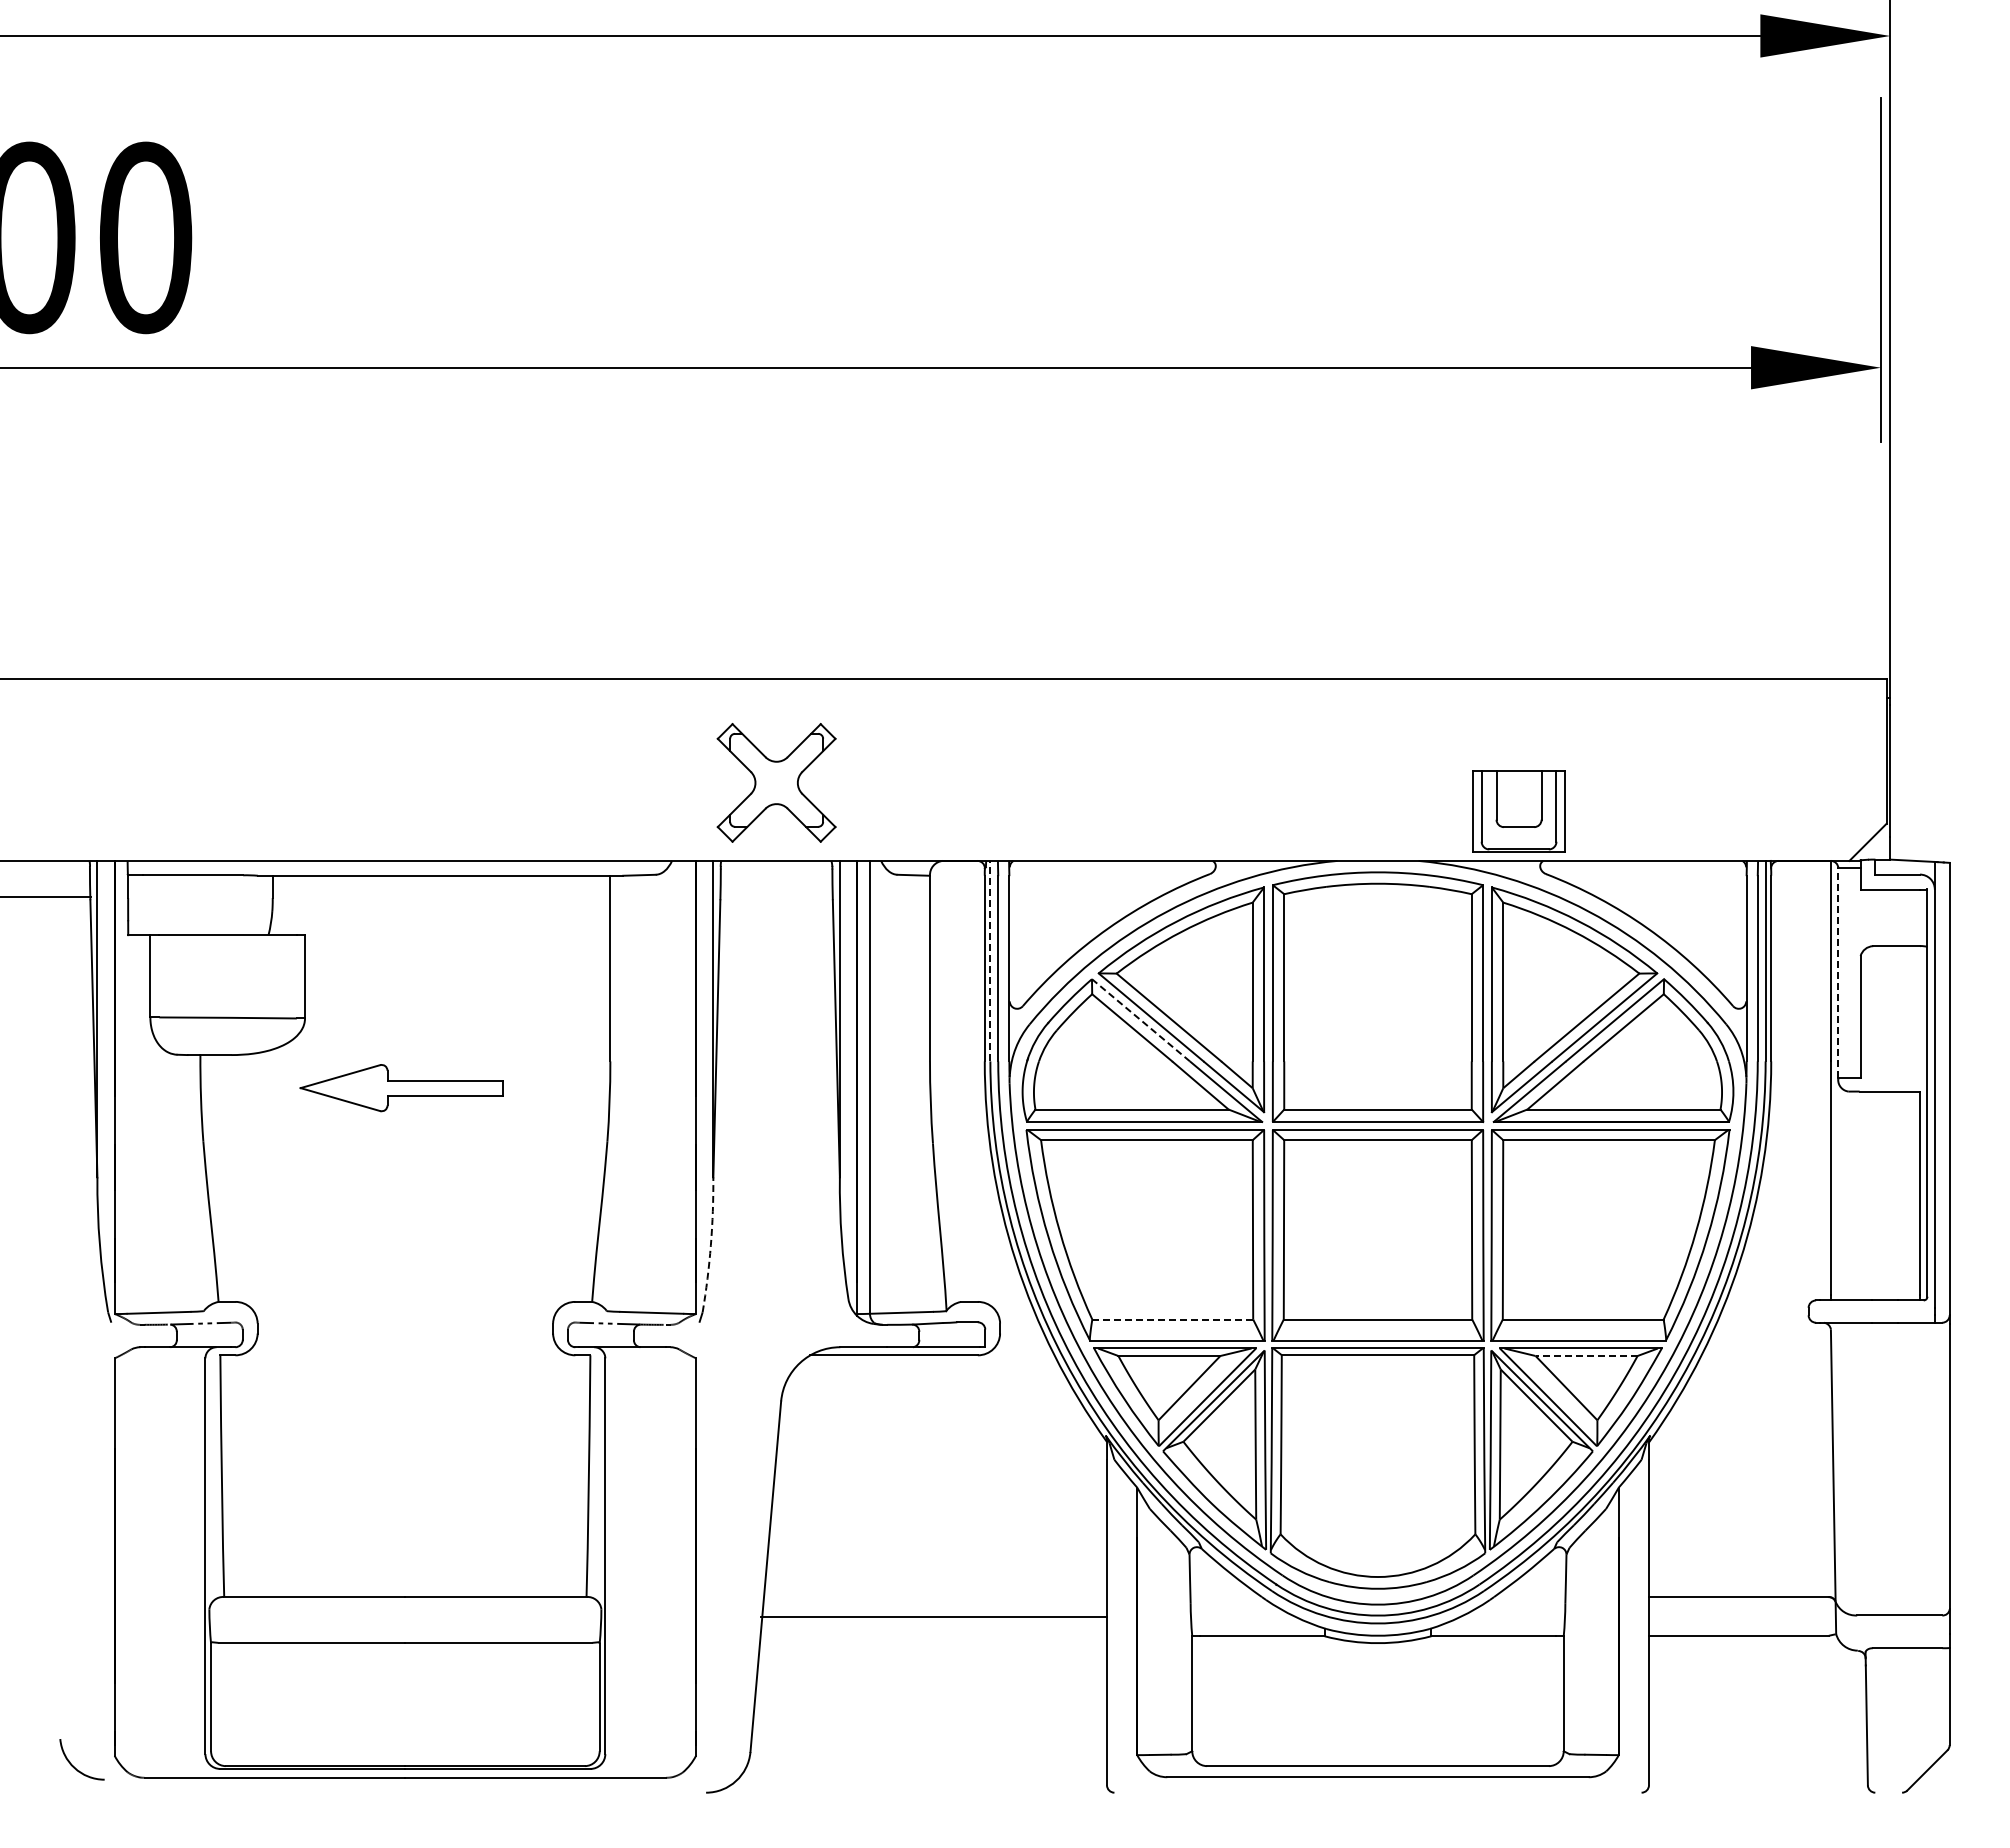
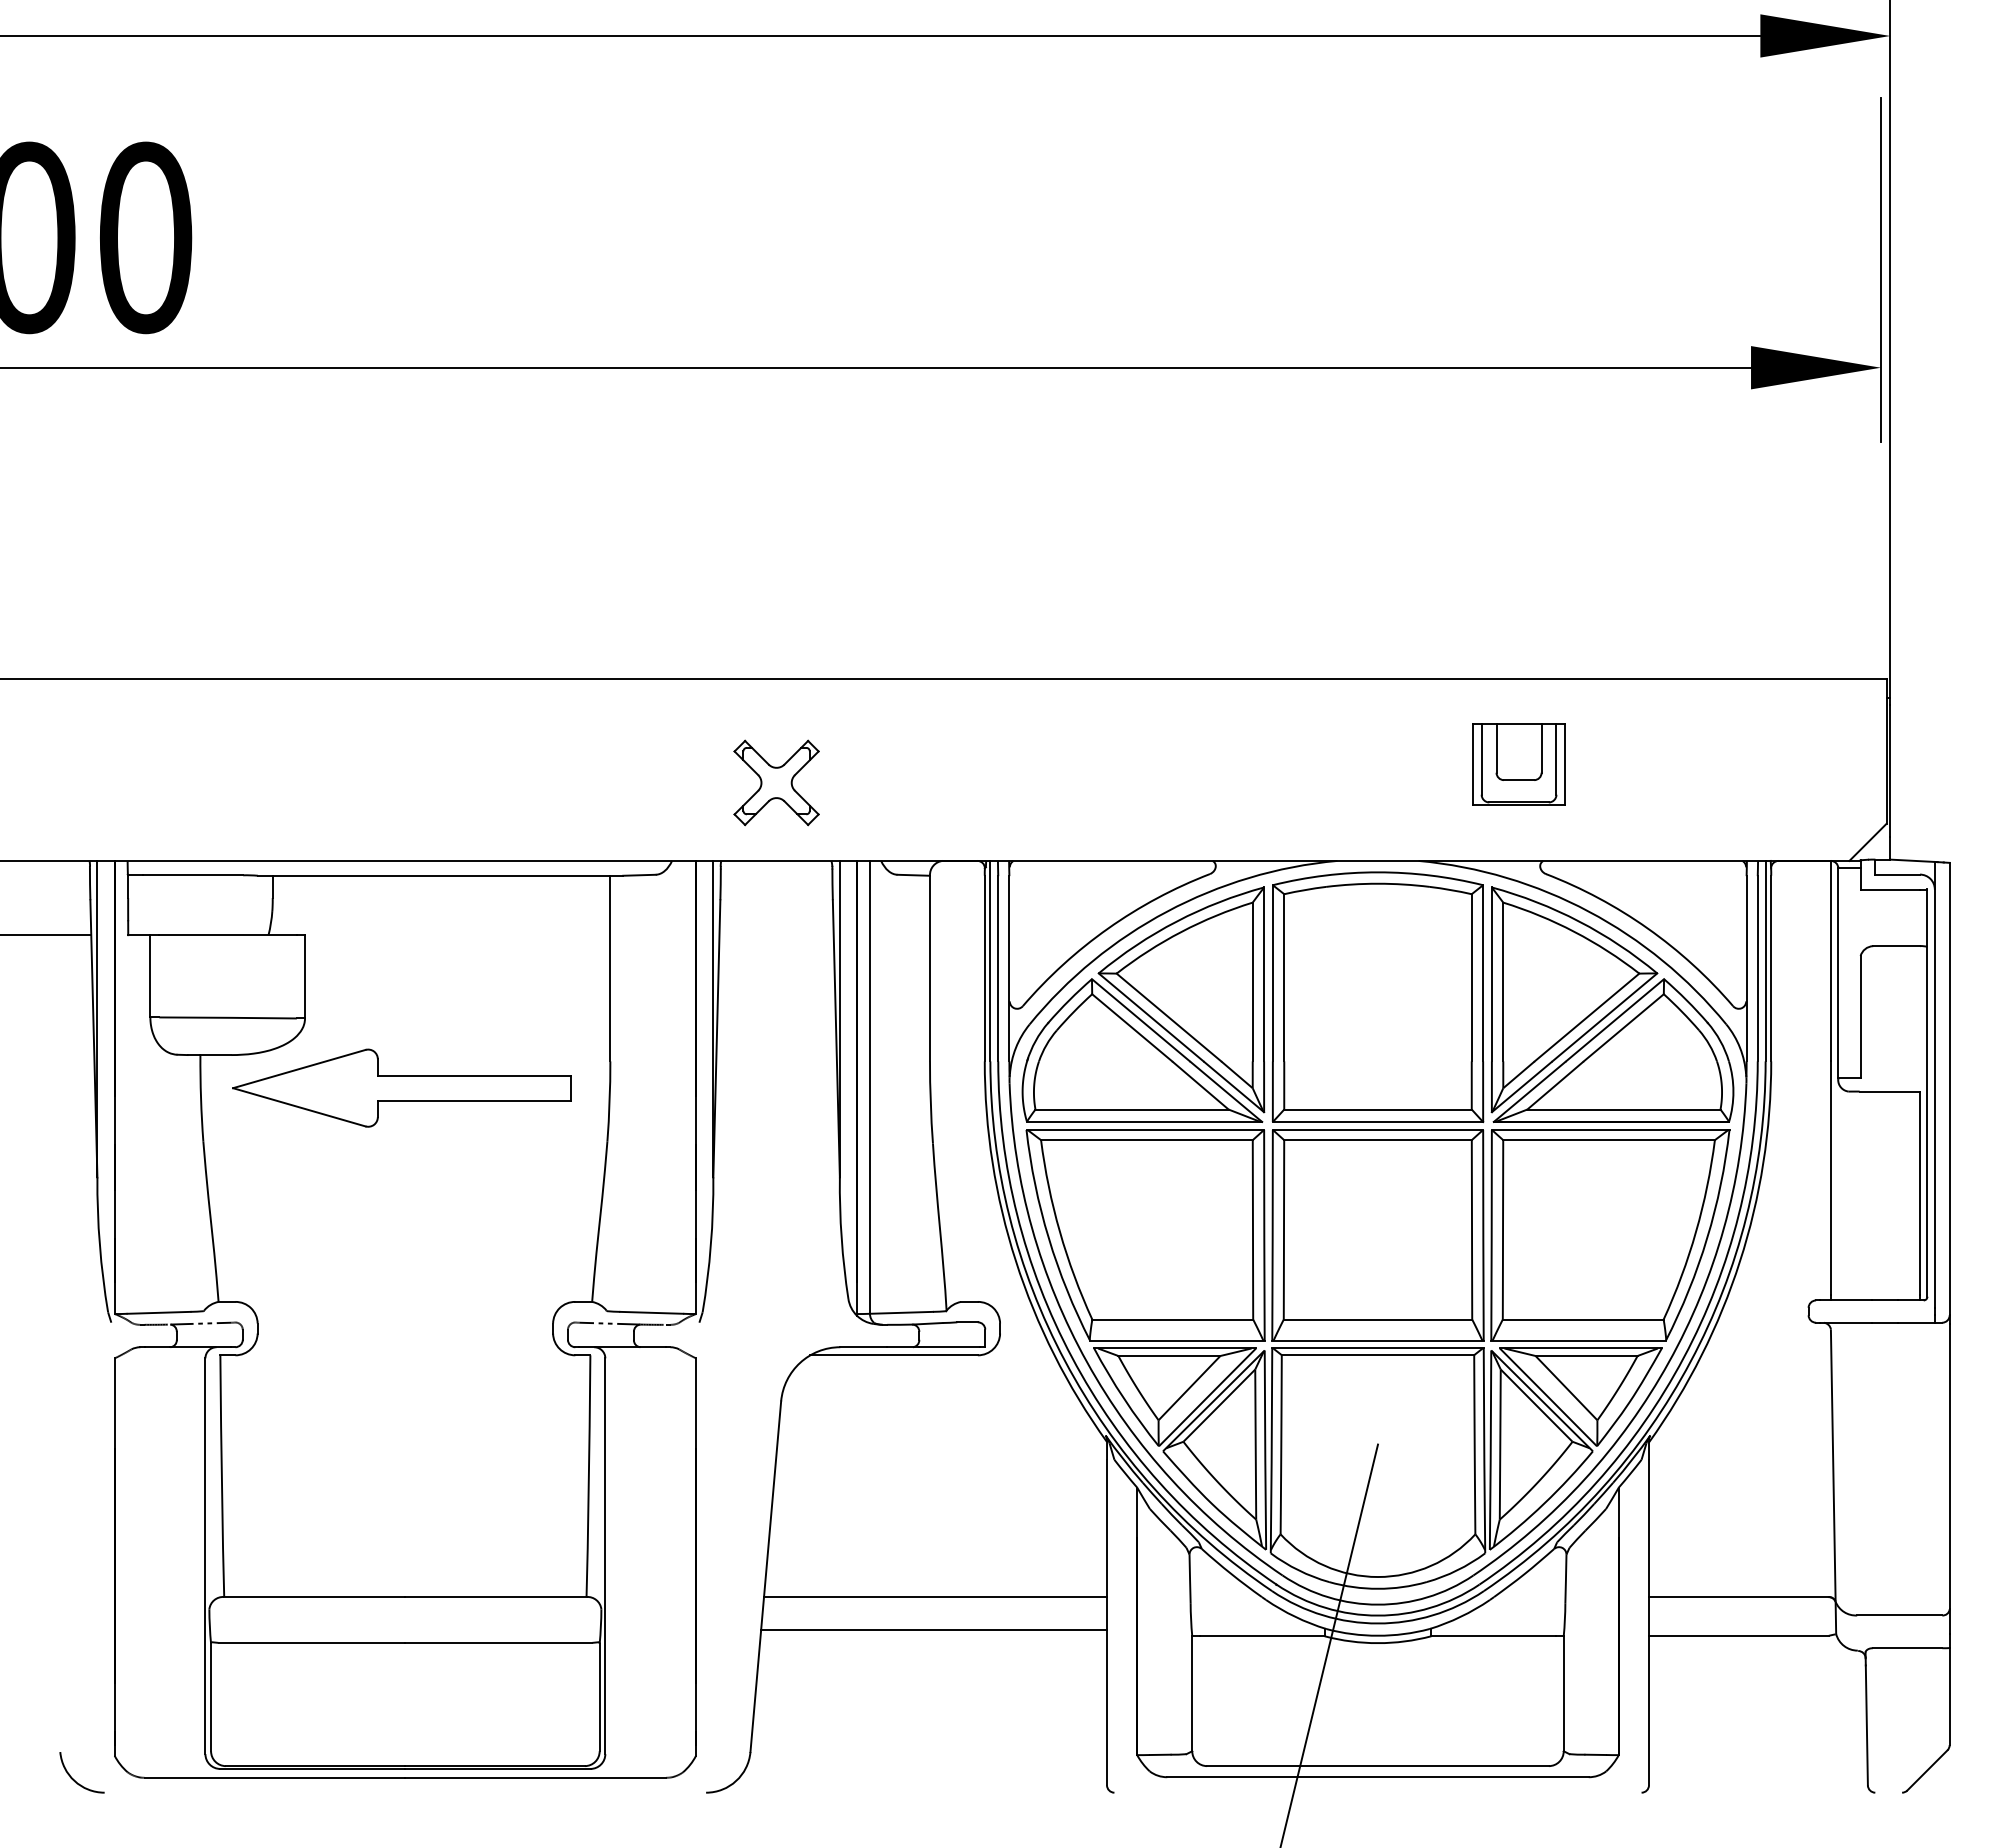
part at (776, 782) size: 121x120 px -> 87x88 px
part at (1518, 811) position: (1518, 811) -> (1518, 764)
line at (46, 897) position: (46, 897) -> (46, 935)
line at (990, 960): dashed -> solid
line at (1838, 972): dashed -> solid
line at (1140, 1020): dashed -> solid
part at (401, 1088) size: 205x49 px -> 340x80 px
arc at (710, 1245): dashed -> solid
line at (1173, 1319): dashed -> solid
line at (1586, 1356): dashed -> solid
line at (935, 1596): none -> present
line at (934, 1616) position: (934, 1616) -> (934, 1629)
line at (1329, 1644): none -> present
arc at (74, 1766) position: (74, 1766) -> (74, 1779)
